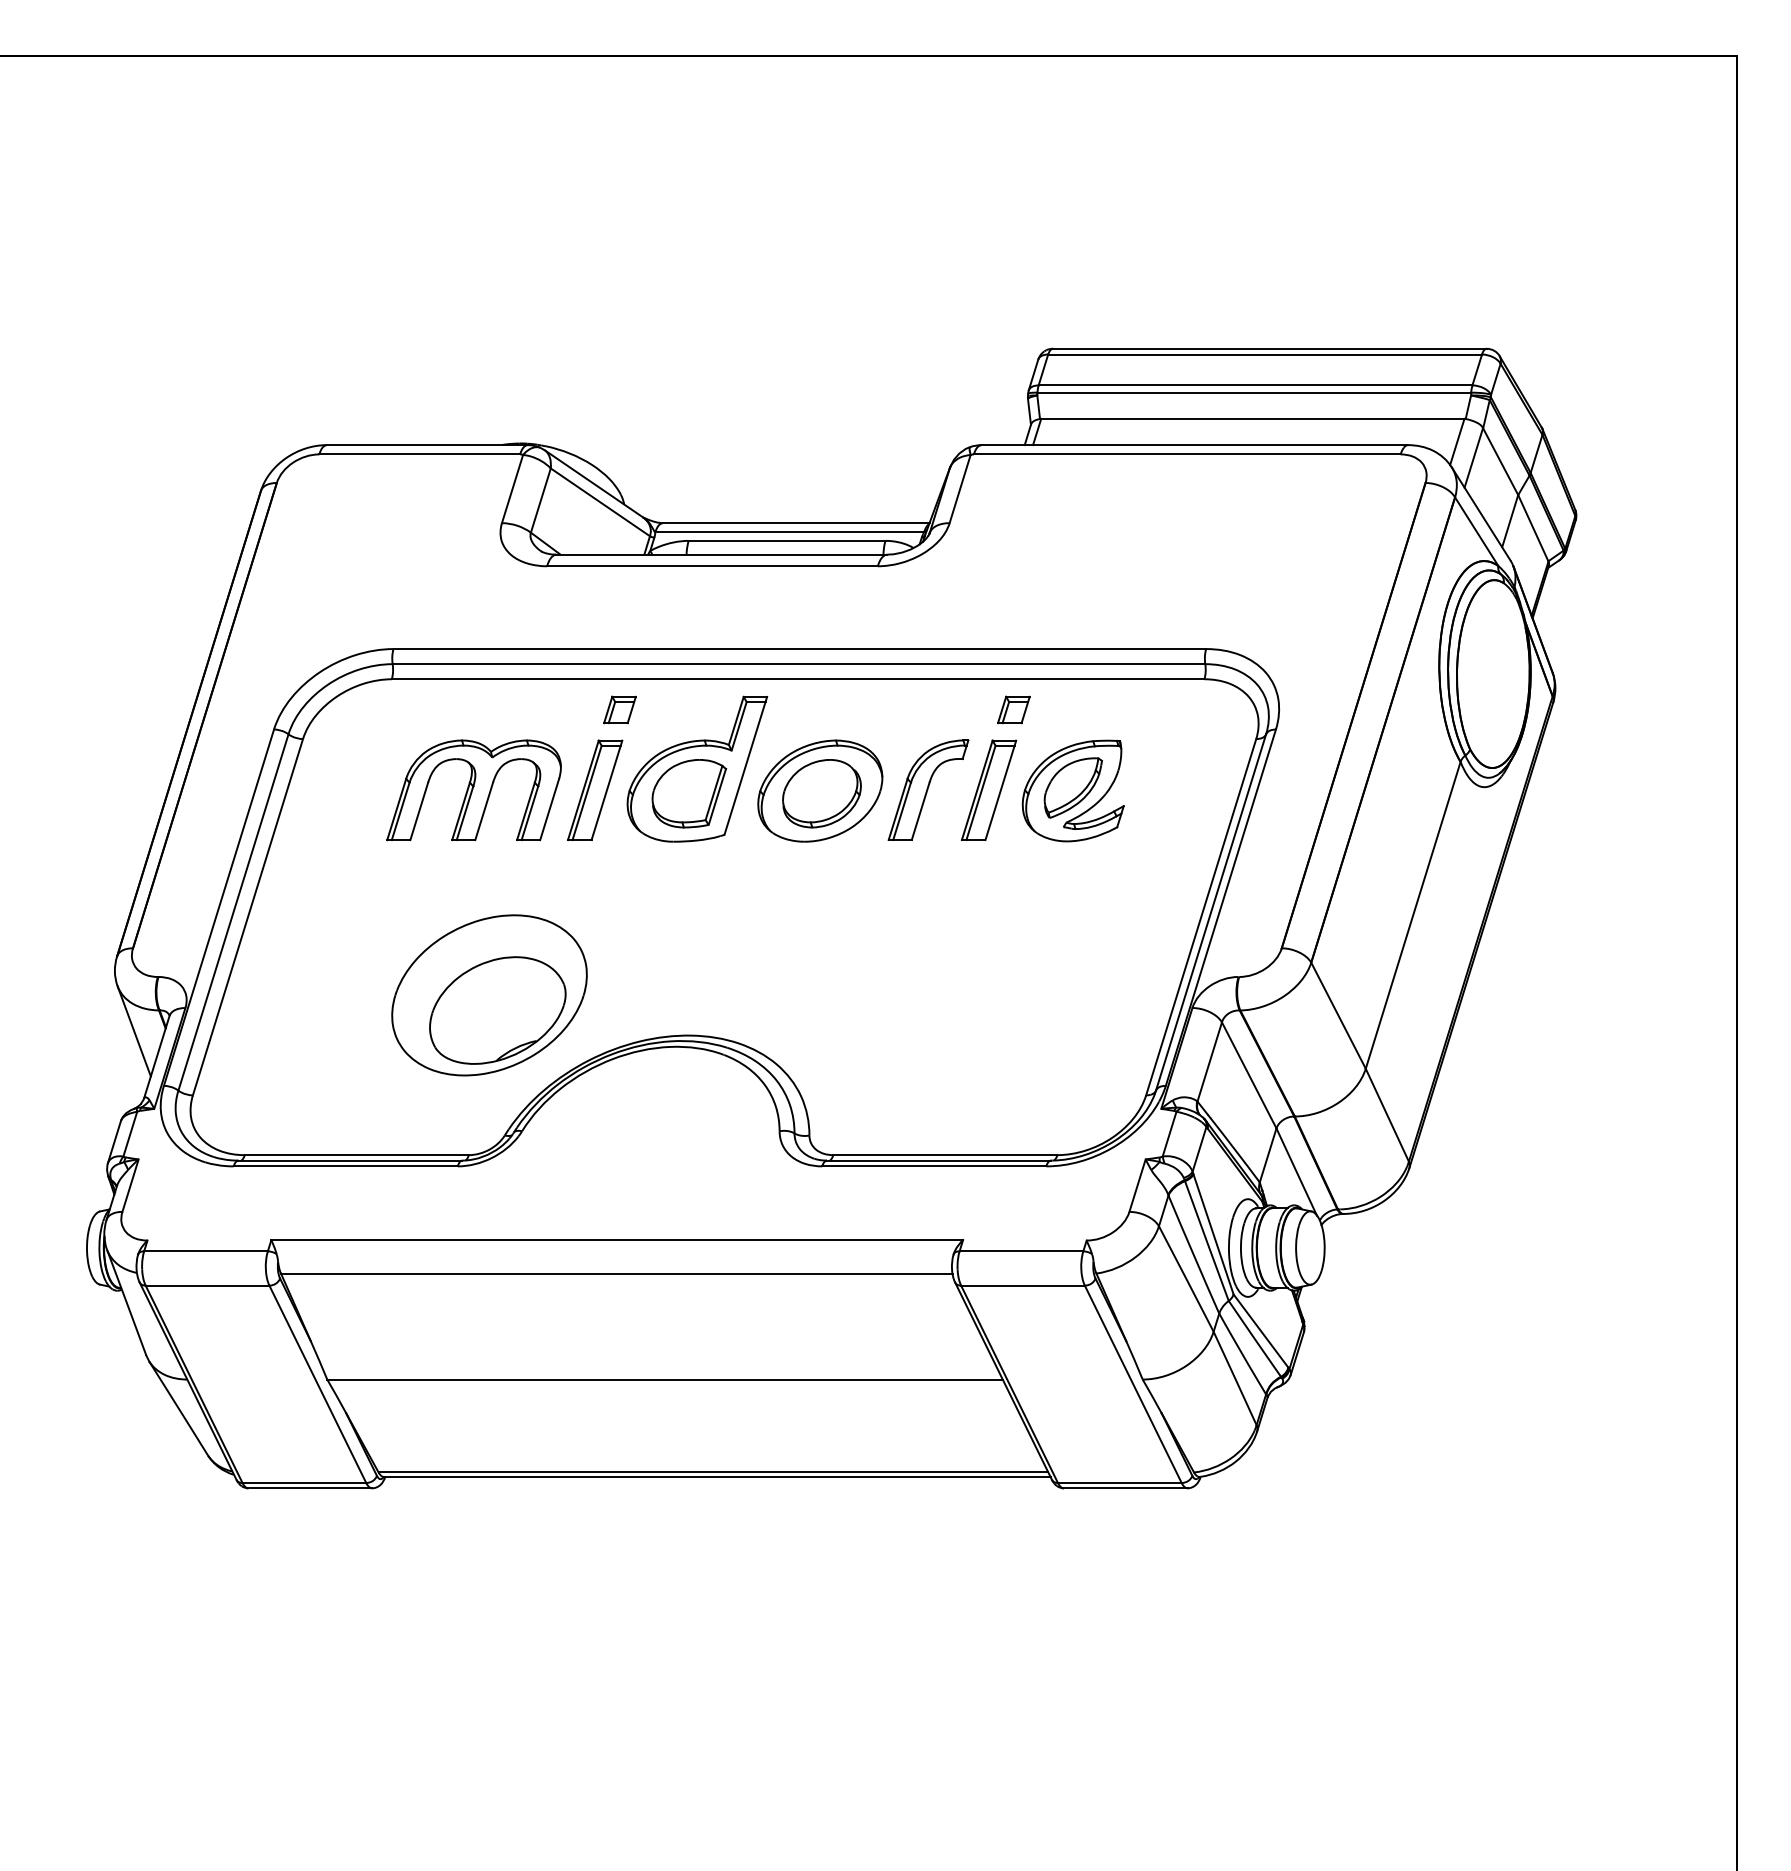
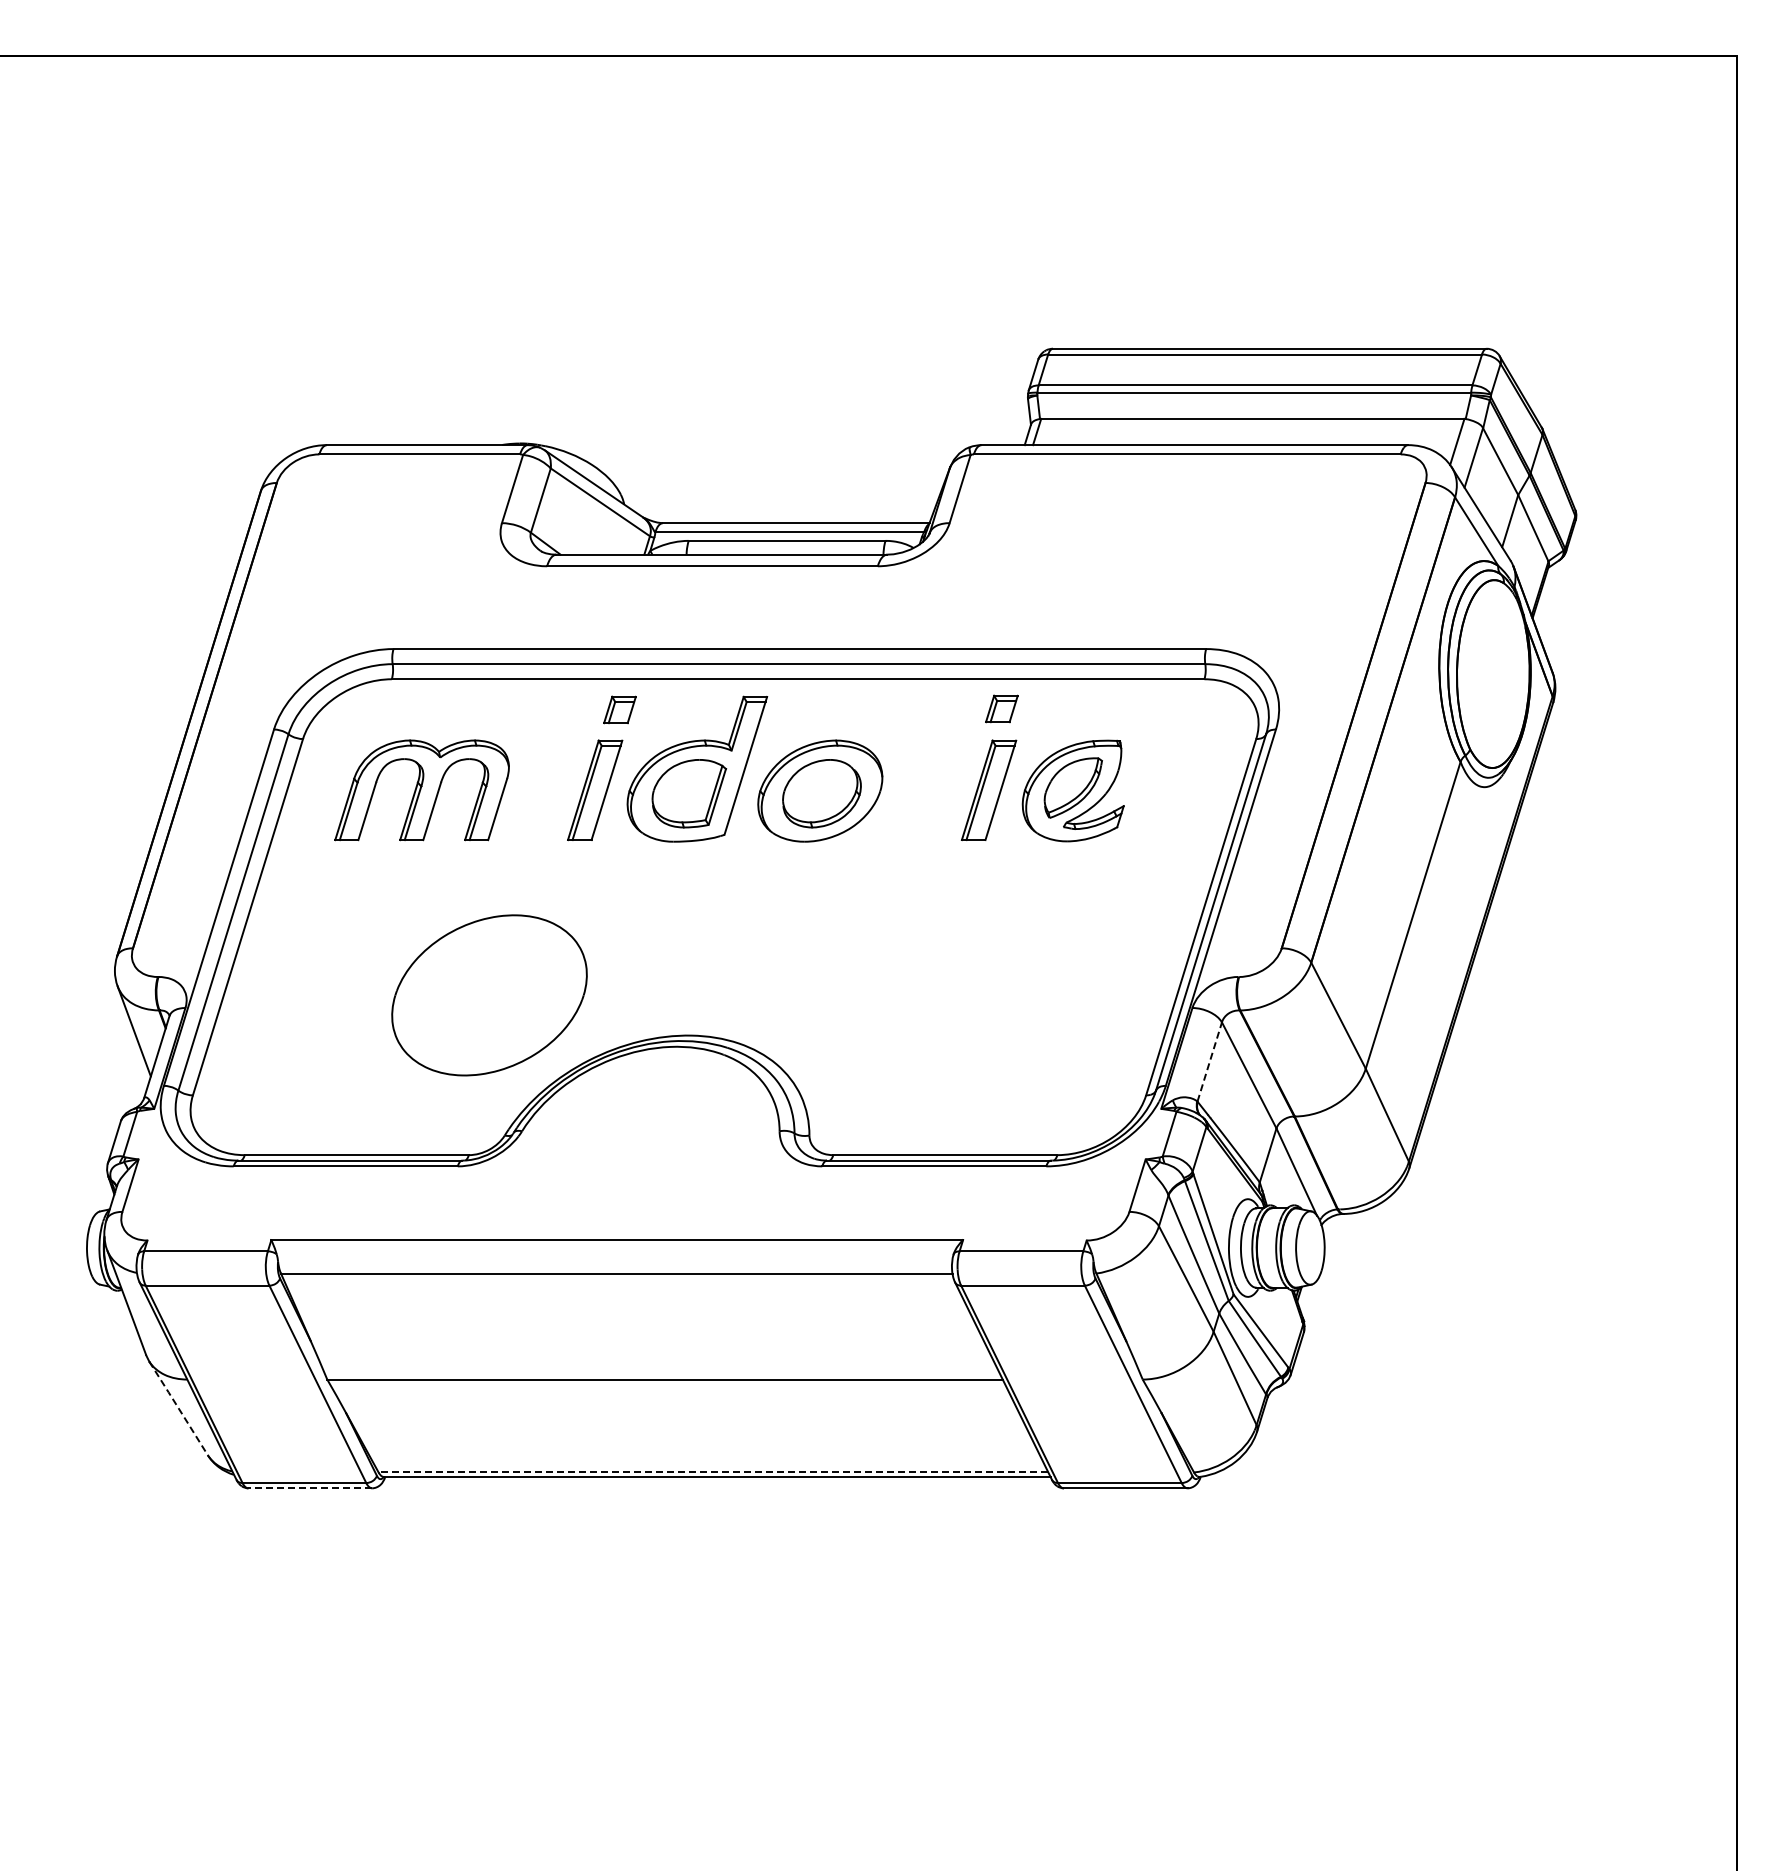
part at (1013, 709) position: (1013, 709) -> (1001, 708)
part at (928, 789): present -> none
part at (473, 790) position: (473, 790) -> (421, 790)
part at (497, 1010): present -> none
line at (1209, 1061): solid -> dashed
line at (178, 1408): solid -> dashed
line at (713, 1472): solid -> dashed
line at (310, 1488): solid -> dashed
